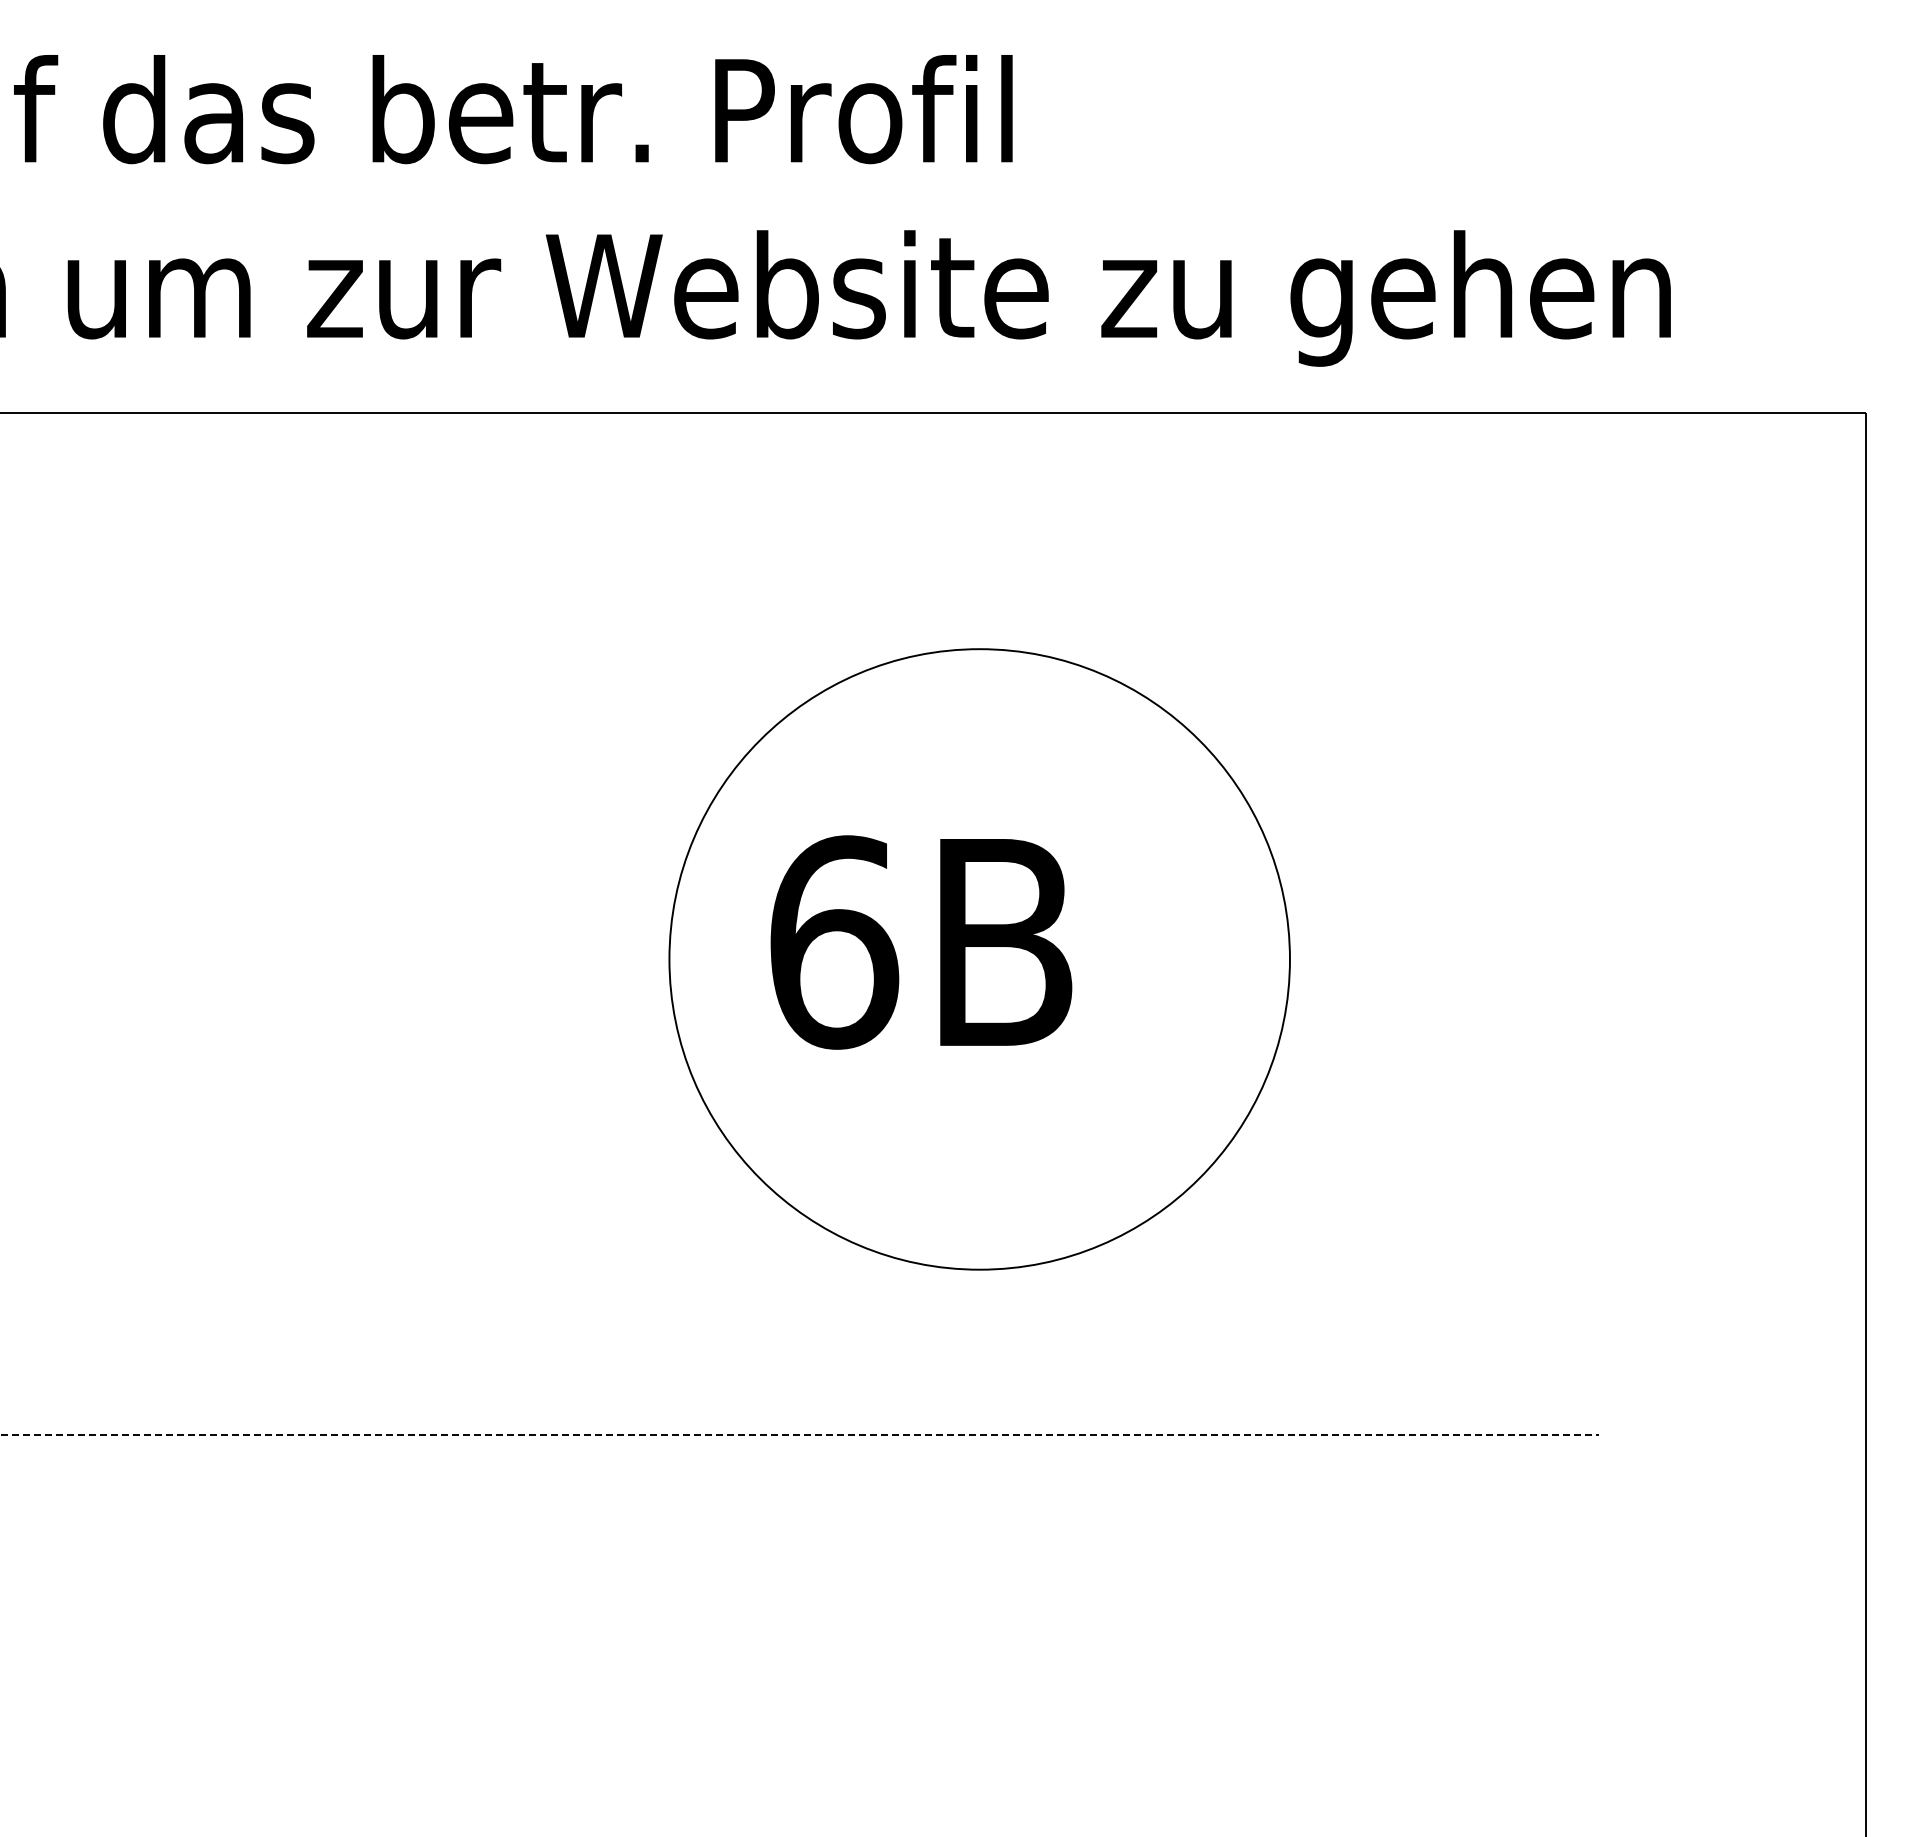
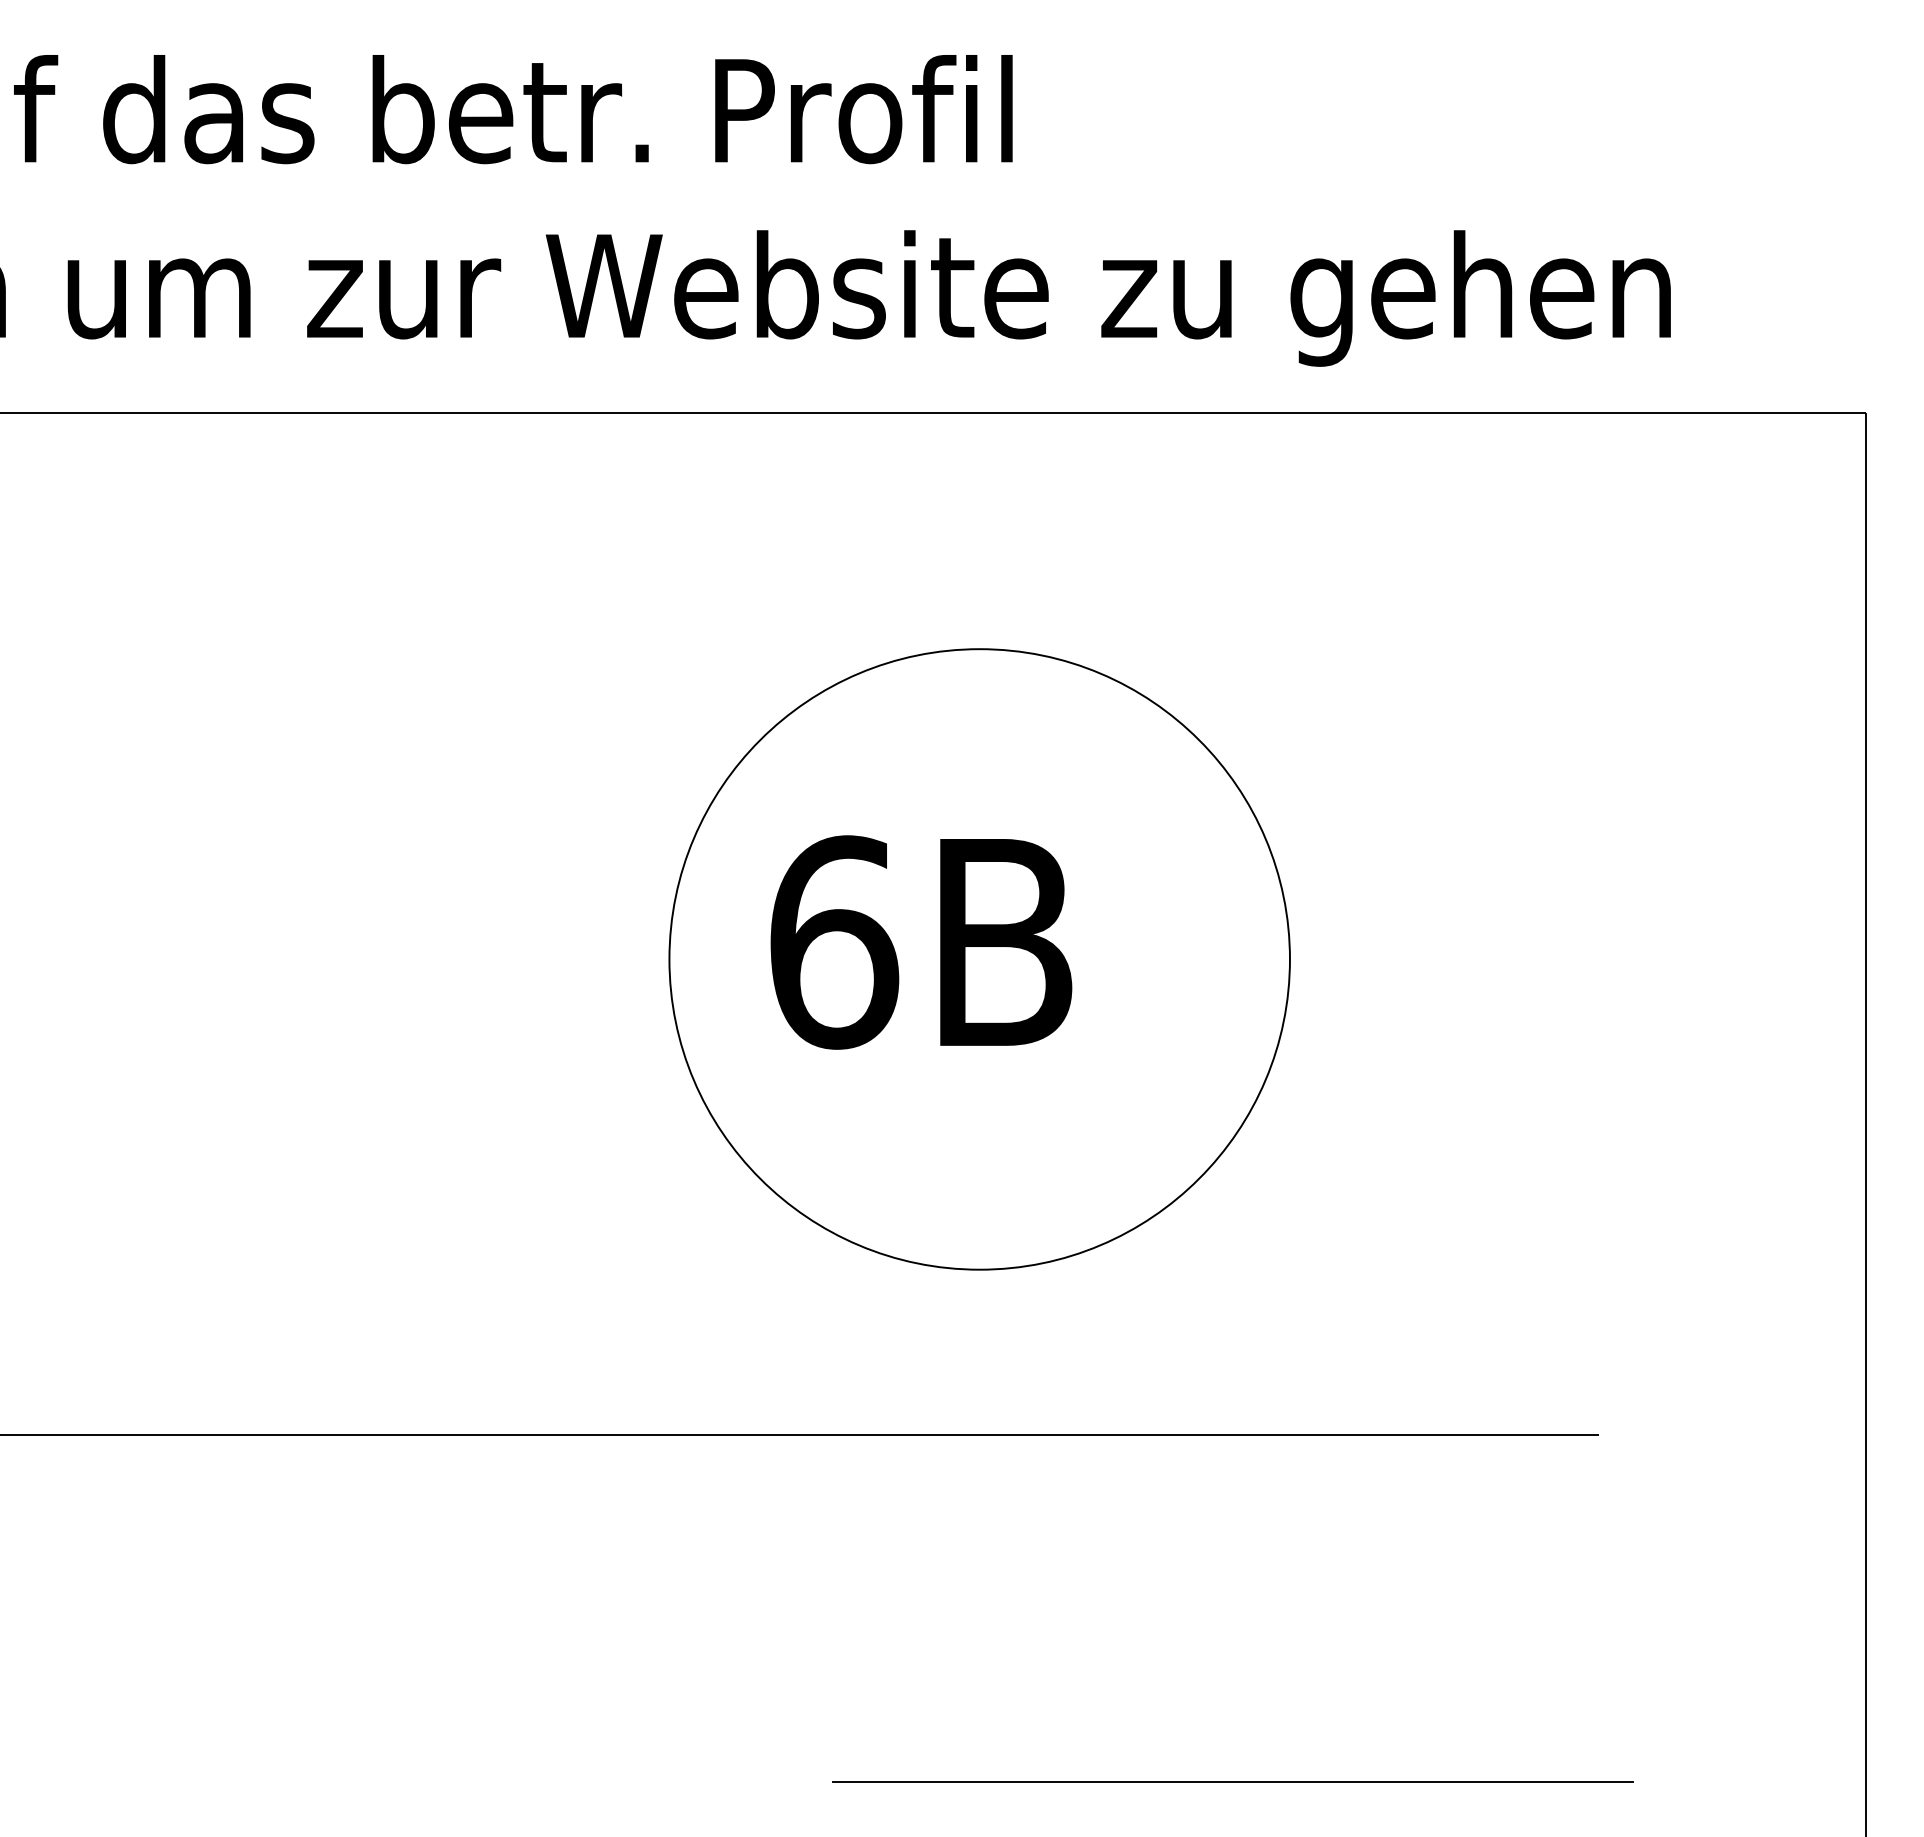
line at (799, 1434): dashed -> solid
line at (1232, 1782): none -> present
